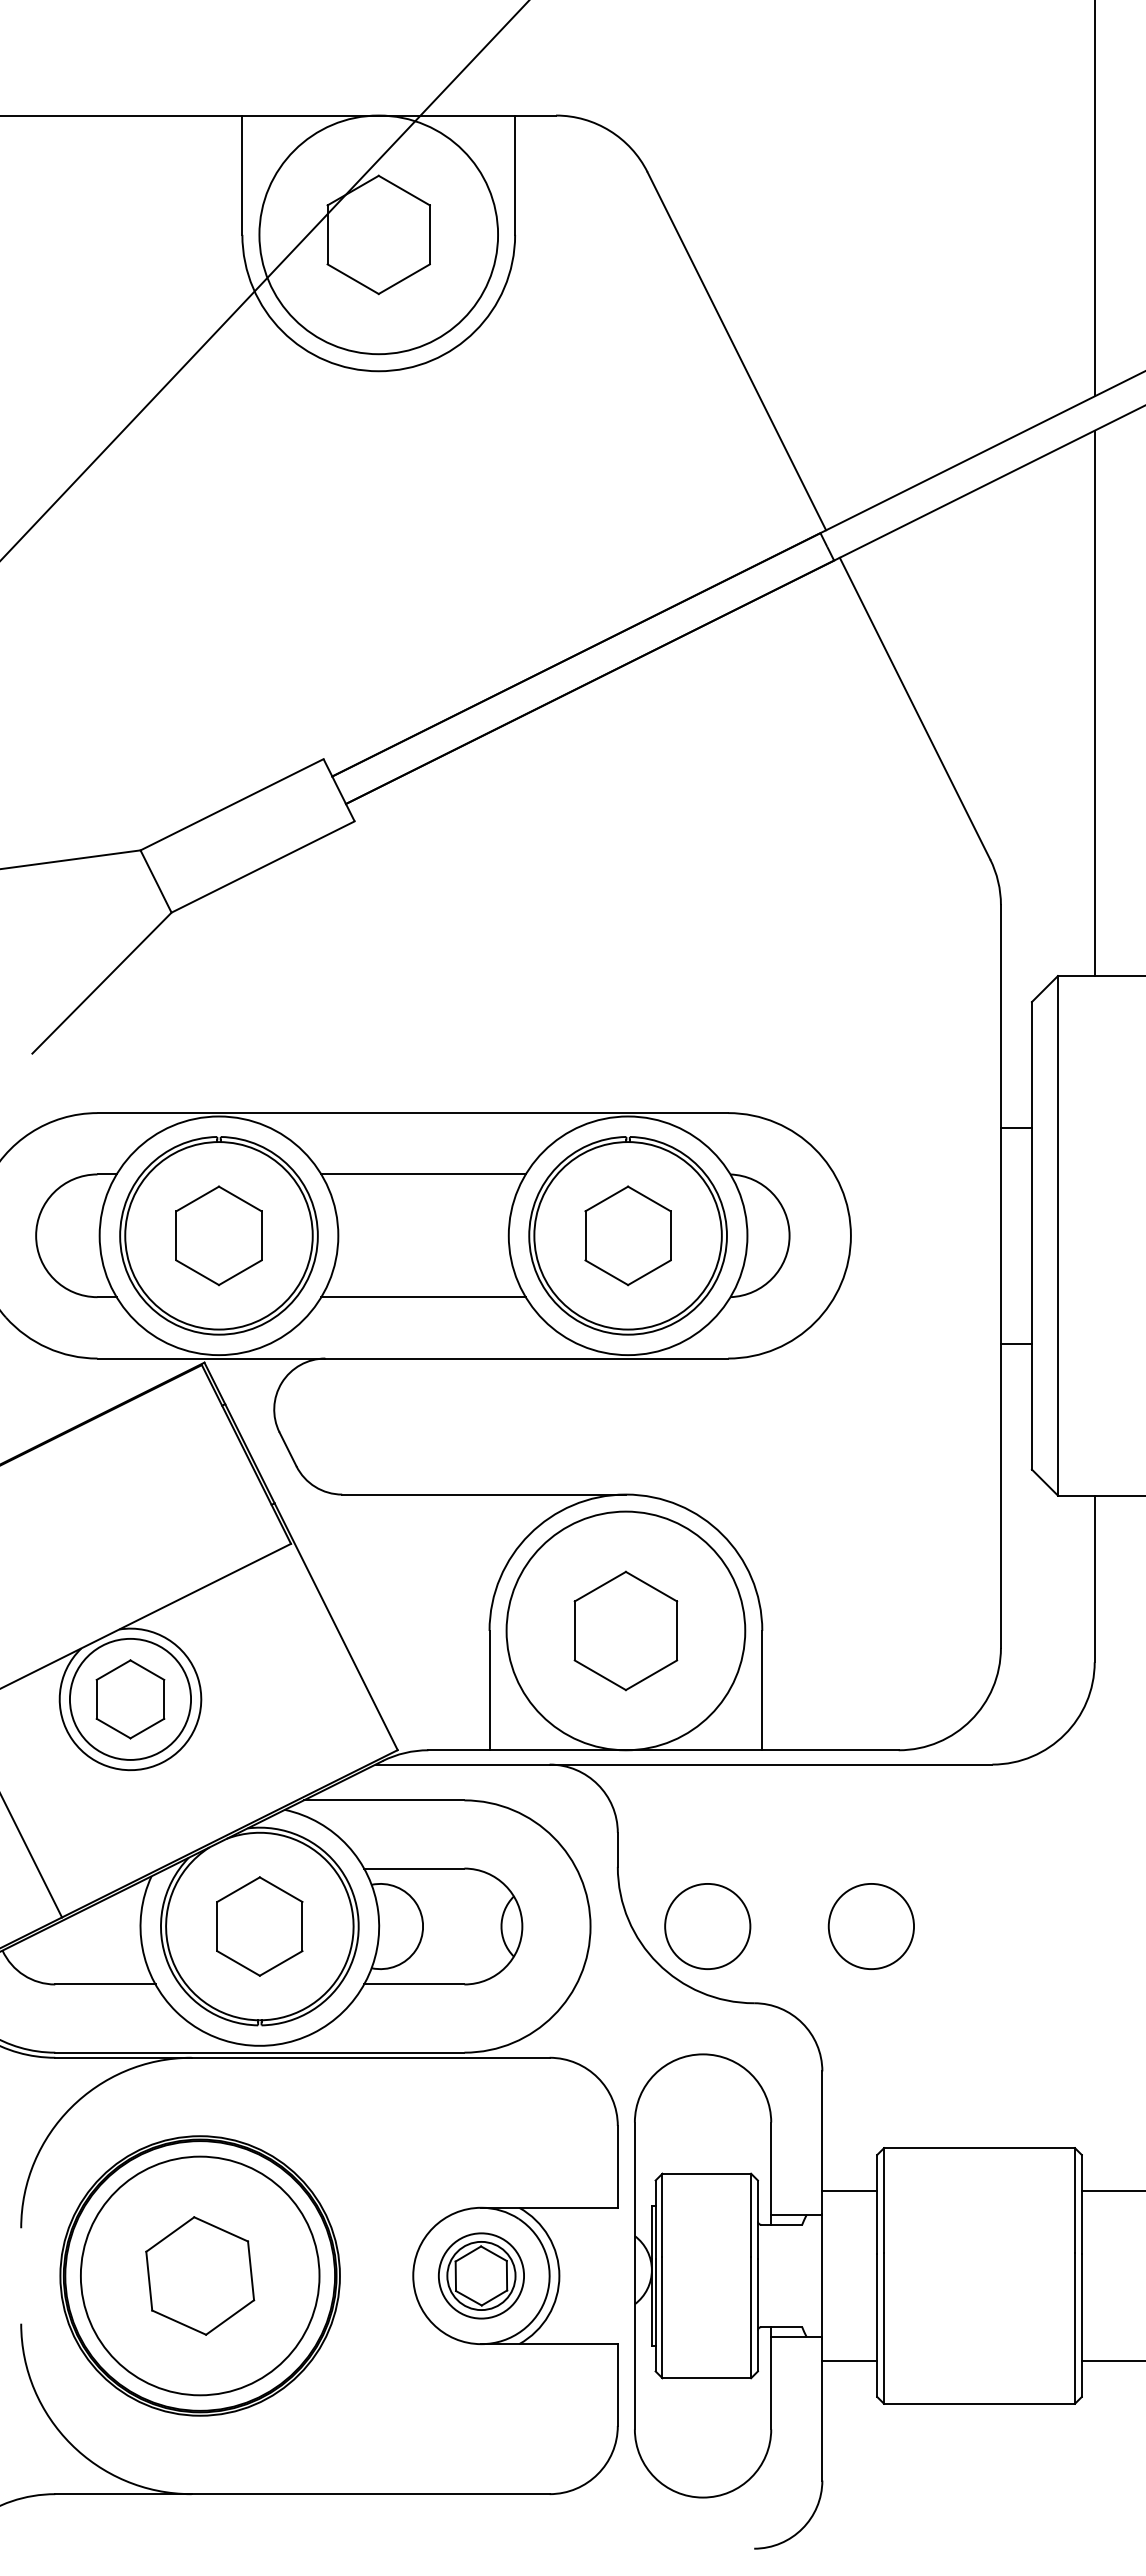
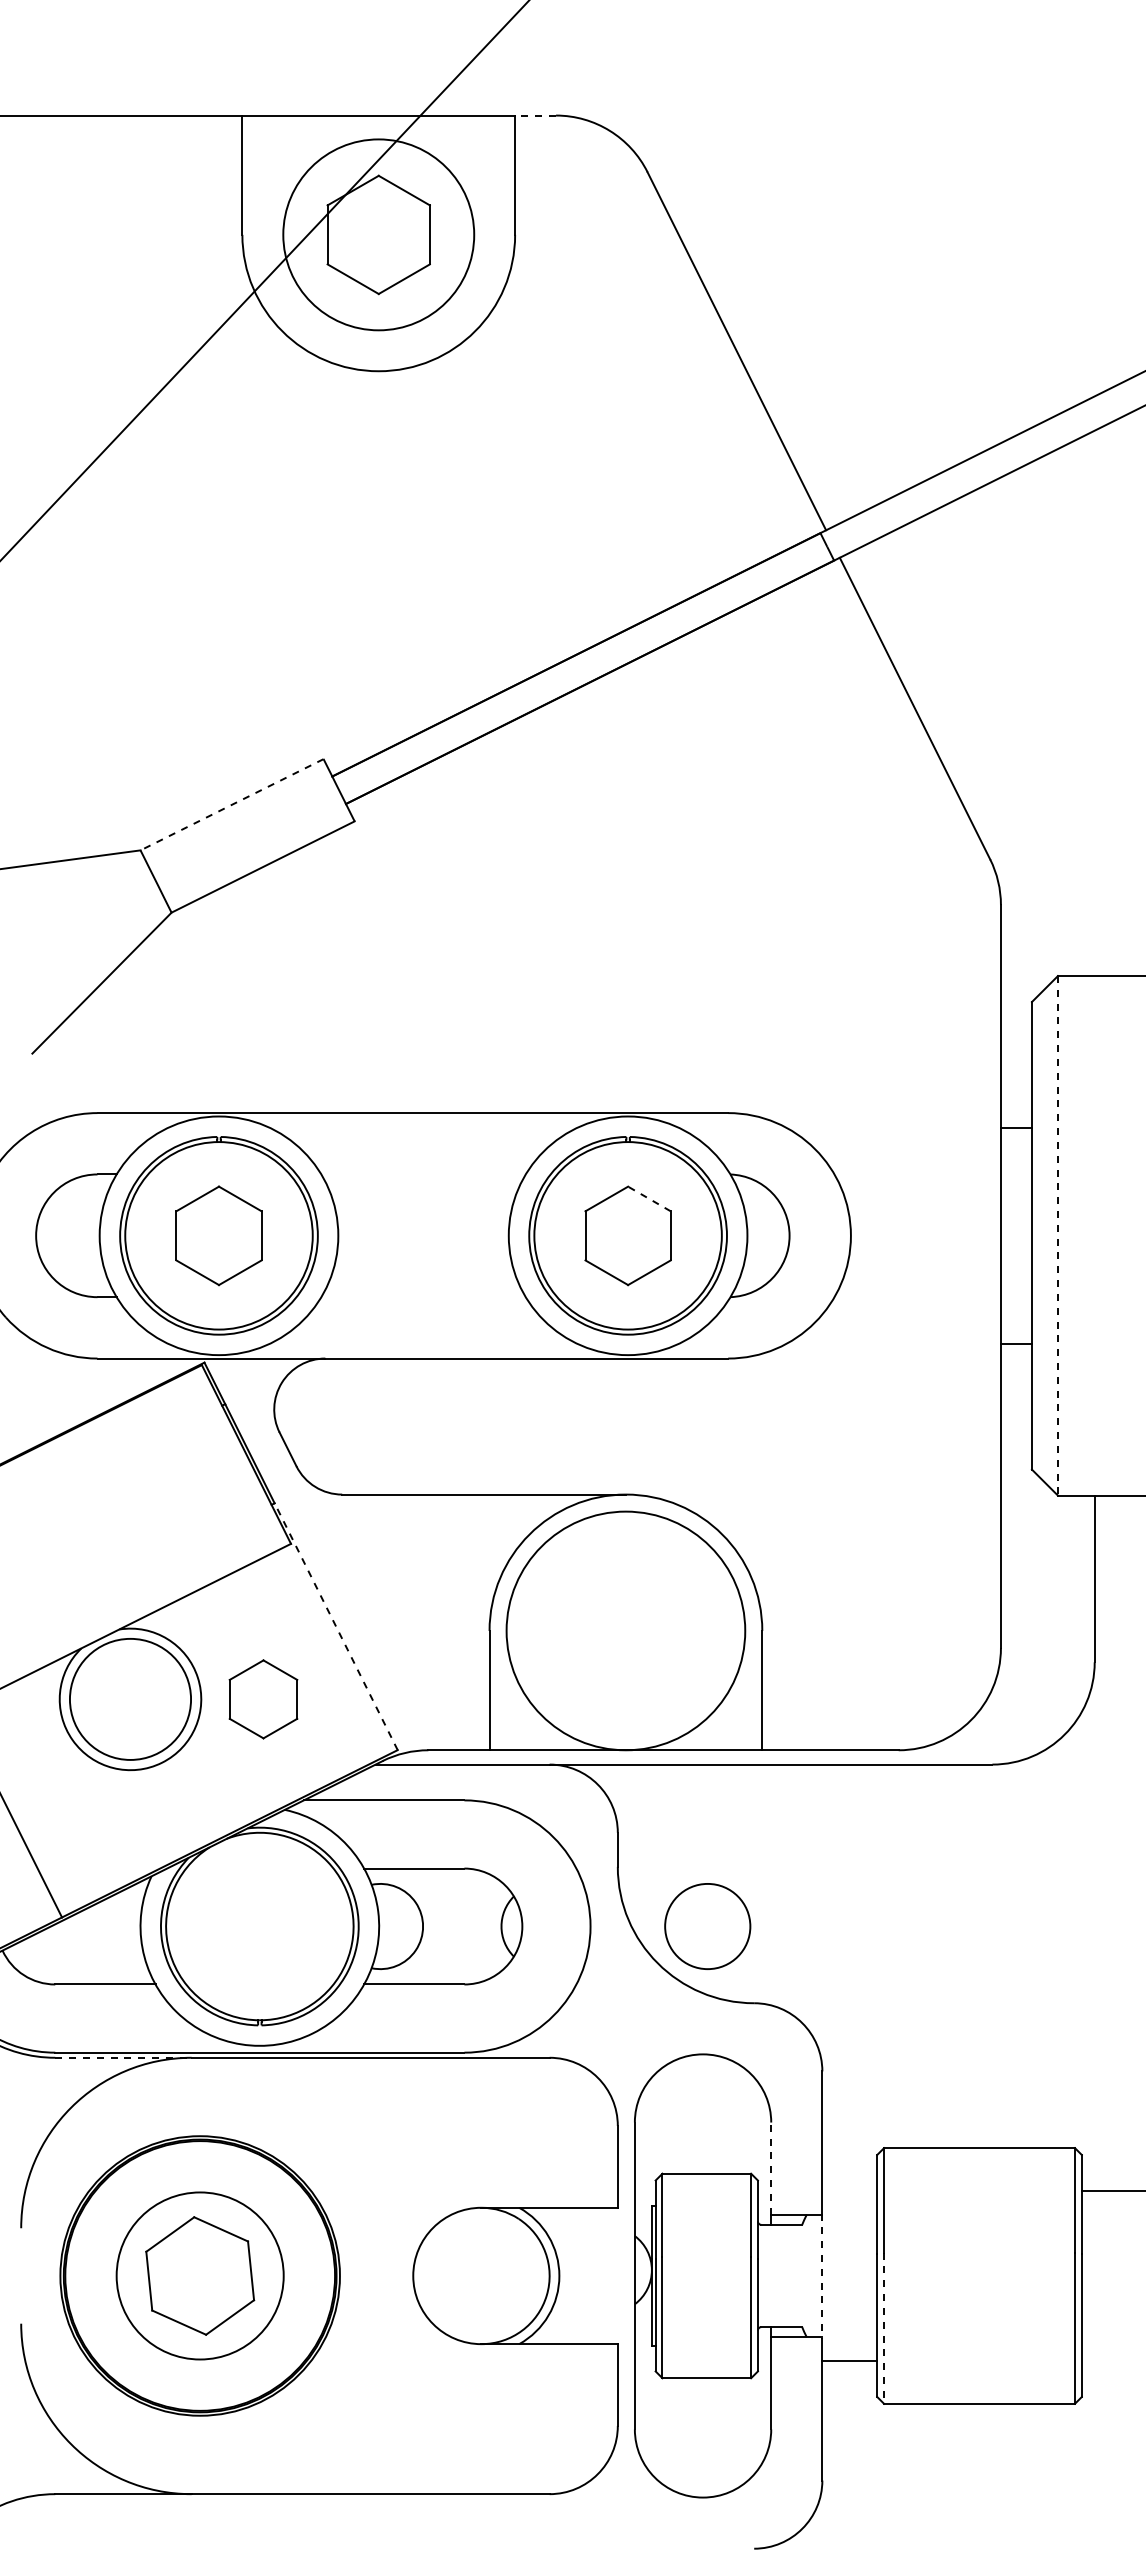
line at (535, 115): solid -> dashed
line at (1094, 199): present -> none
circle at (378, 234) diameter: 239 px -> 191 px
line at (1094, 703): present -> none
line at (231, 804): solid -> dashed
line at (423, 1174): present -> none
line at (649, 1198): solid -> dashed
line at (1057, 1235): solid -> dashed
line at (423, 1297): present -> none
line at (336, 1626): solid -> dashed
part at (625, 1630): present -> none
part at (130, 1699) position: (130, 1699) -> (263, 1699)
part at (259, 1926): present -> none
circle at (870, 1926): present -> none
line at (123, 2057): solid -> dashed
line at (771, 2168): solid -> dashed
line at (849, 2190): present -> none
circle at (199, 2275) diameter: 239 px -> 167 px
part at (481, 2275): present -> none
line at (822, 2276): solid -> dashed
line at (884, 2328): solid -> dashed
line at (1111, 2361): present -> none
